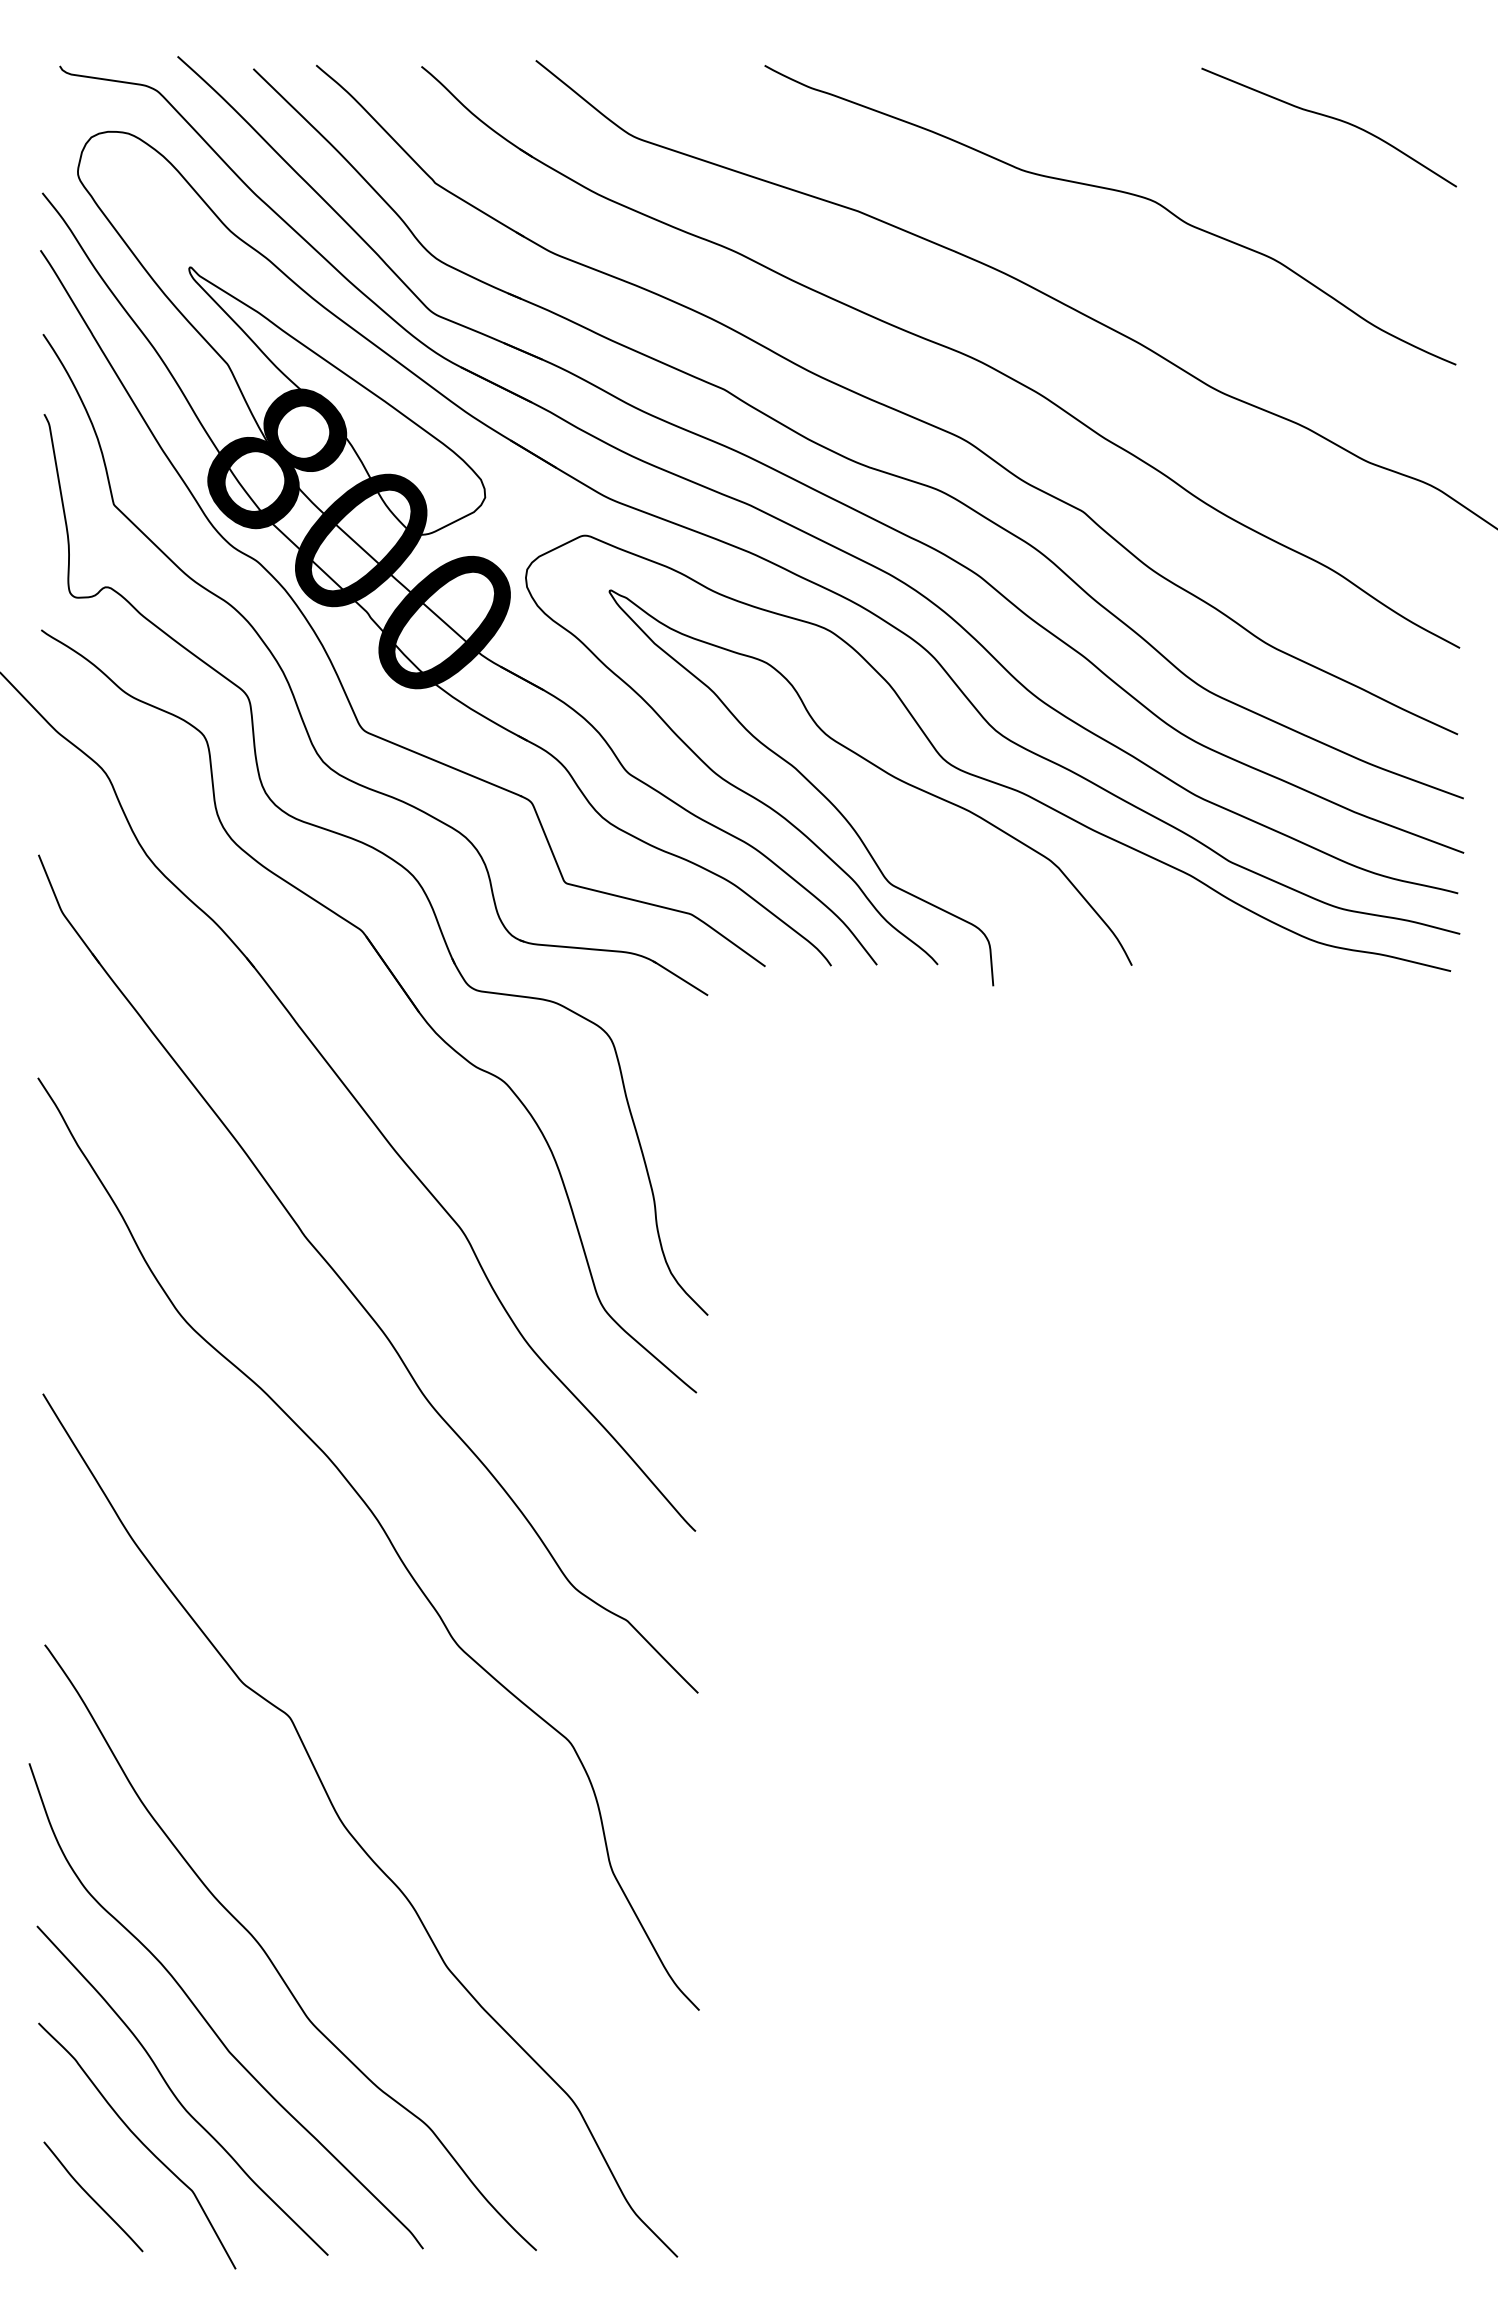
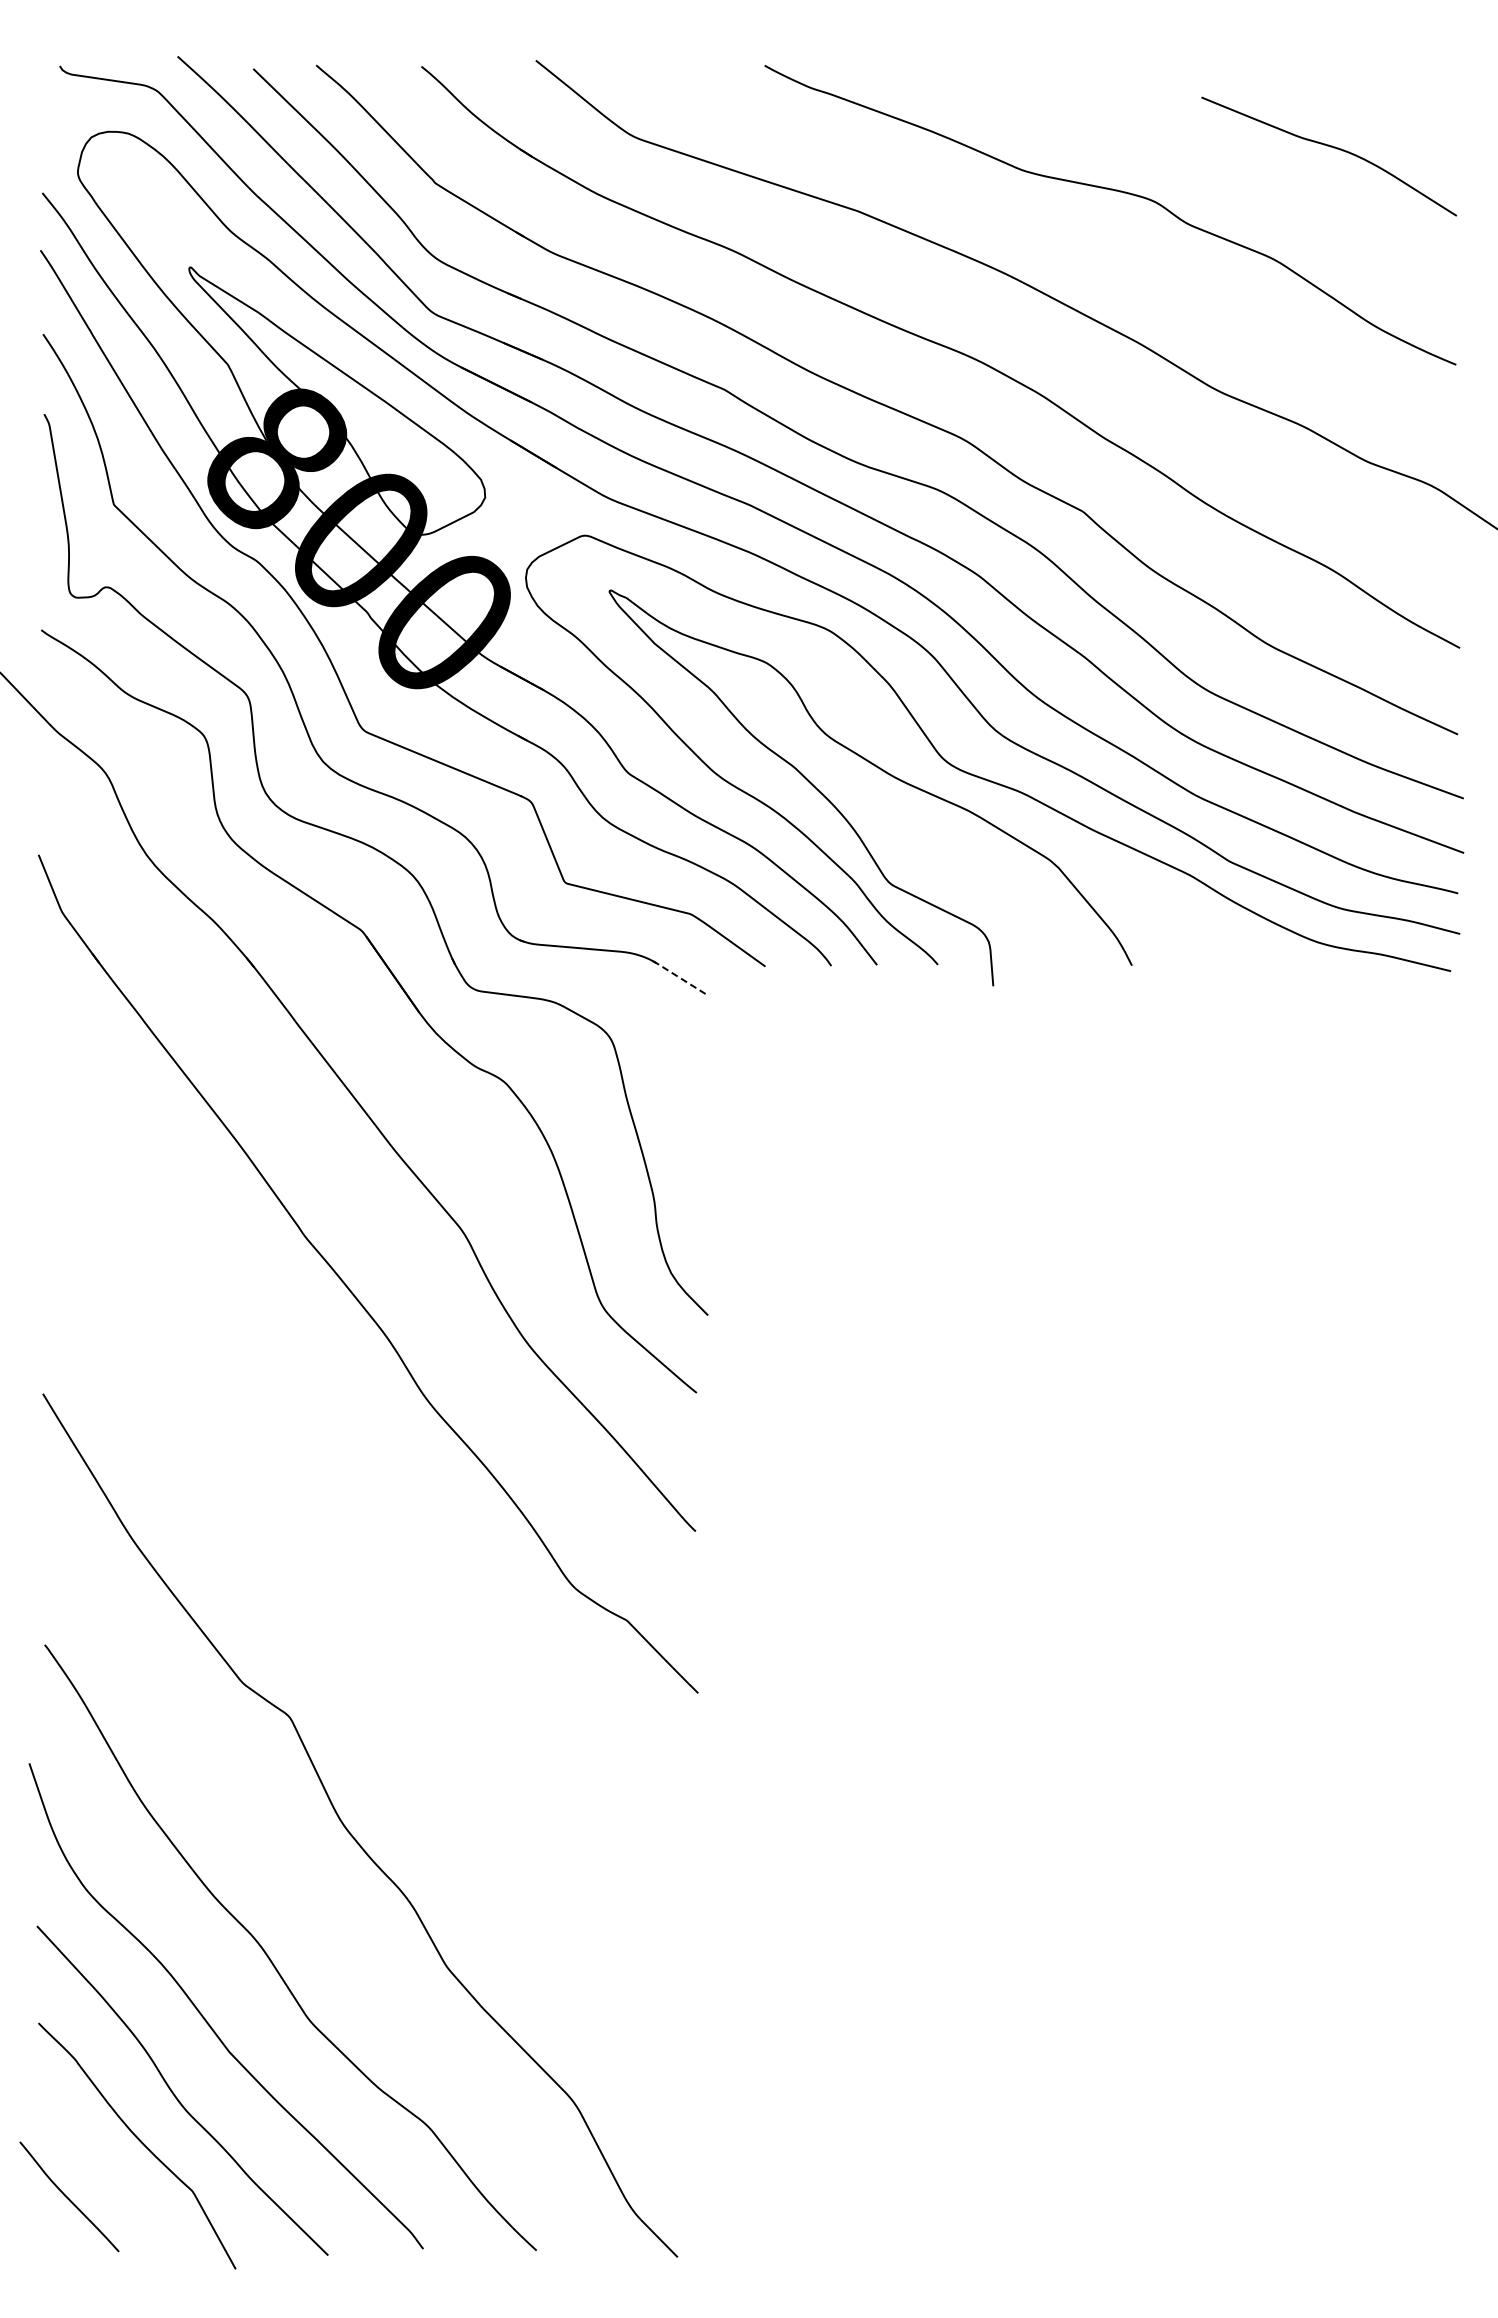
curve at (1330, 118) position: (1330, 118) -> (1330, 147)
line at (680, 978): solid -> dashed
curve at (385, 1535): present -> none
curve at (92, 2197) position: (92, 2197) -> (68, 2197)
